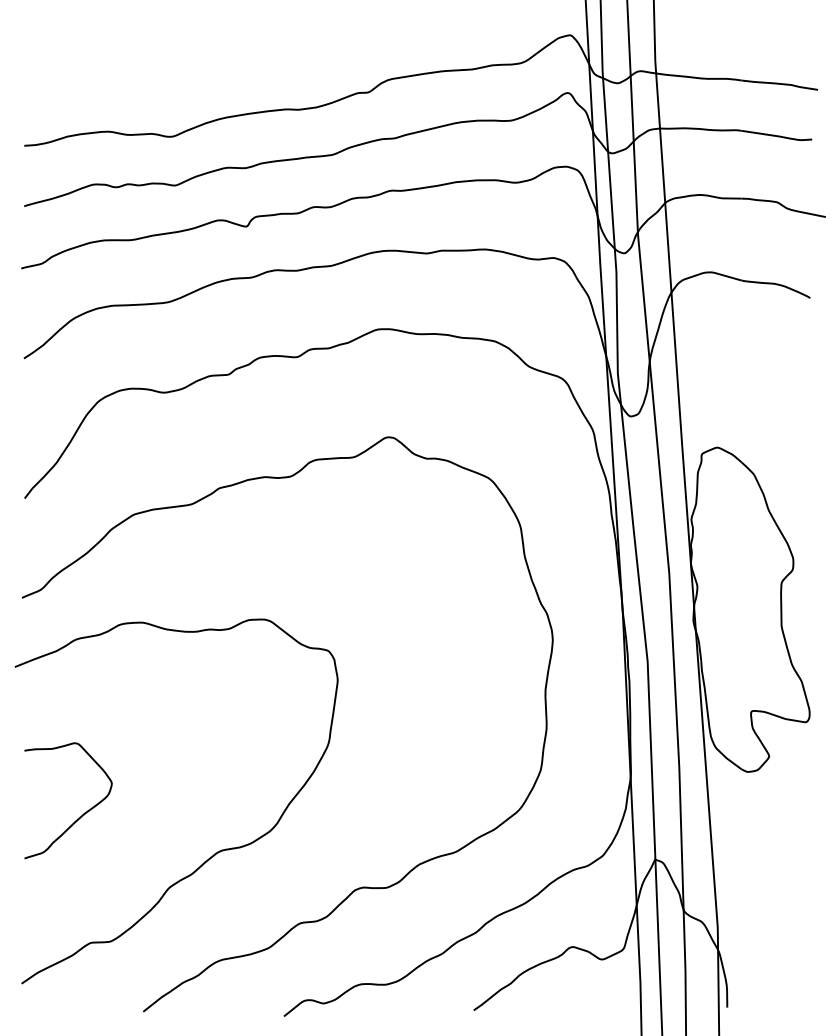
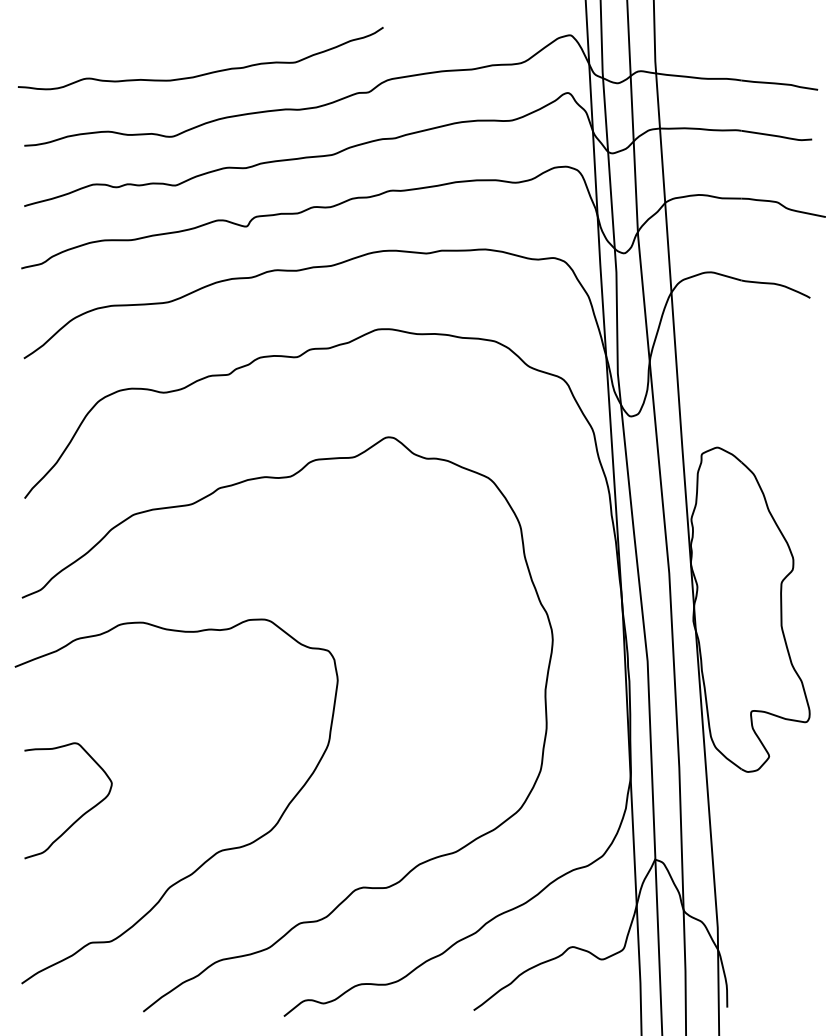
curve at (203, 73): none -> present
